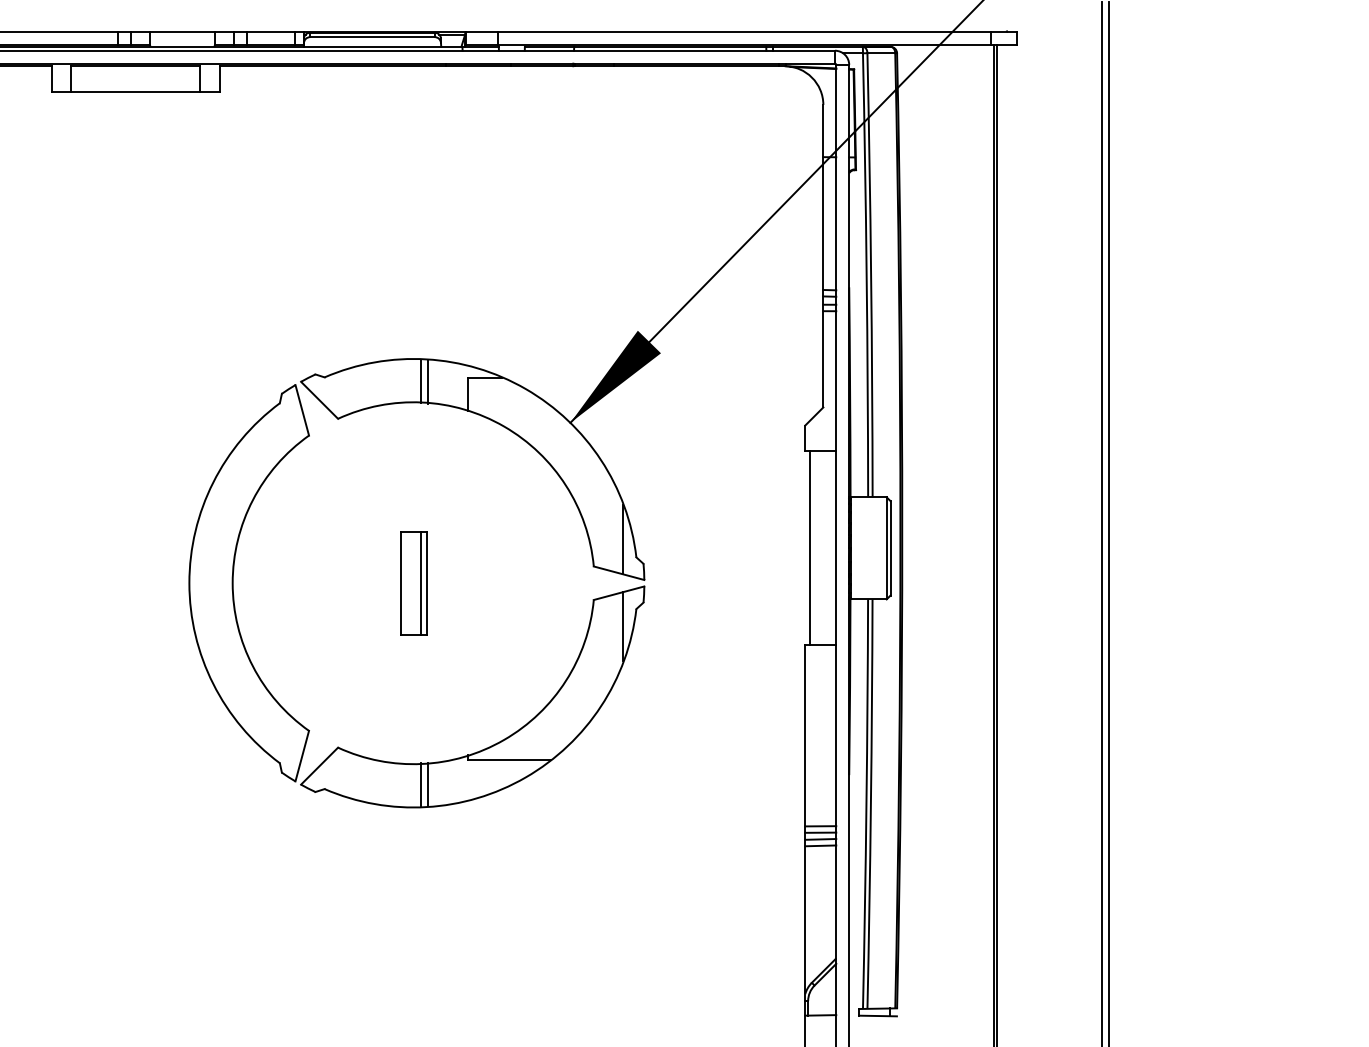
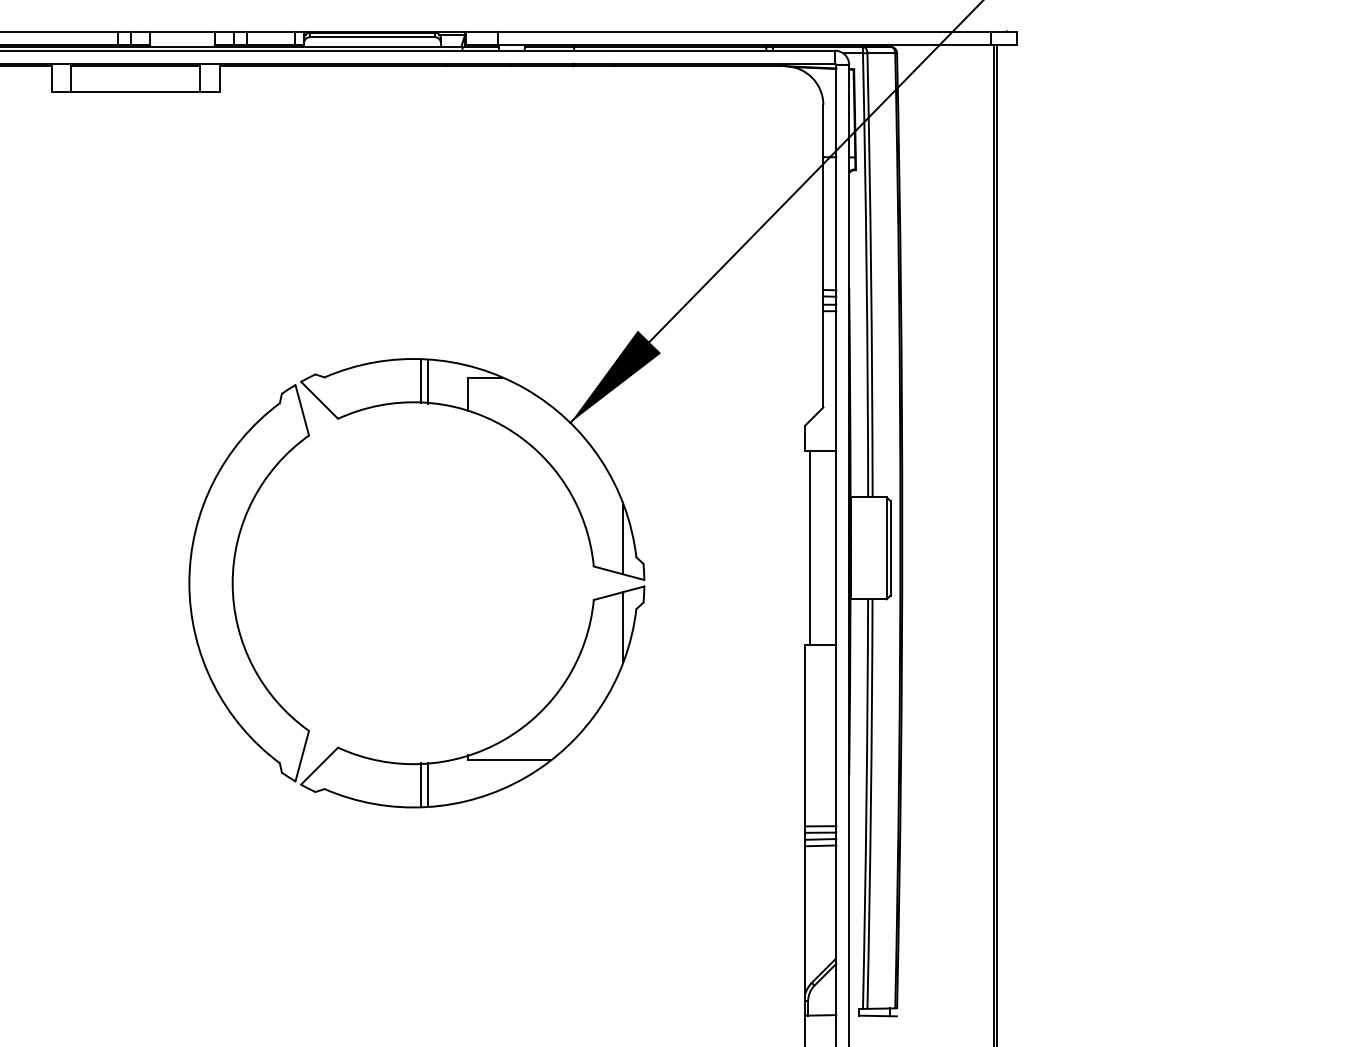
line at (1102, 522): present -> none
line at (1109, 522): present -> none
part at (413, 583): present -> none
